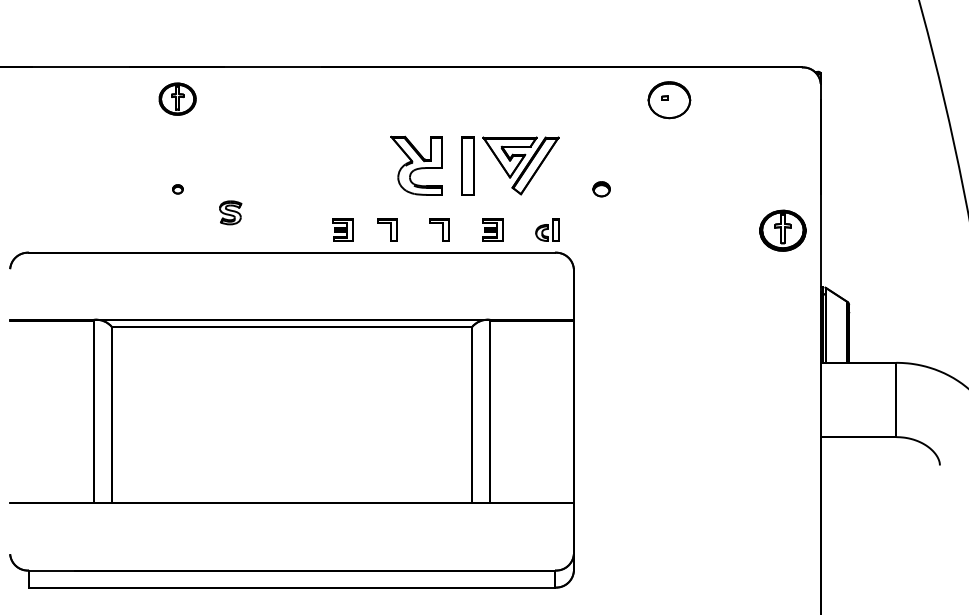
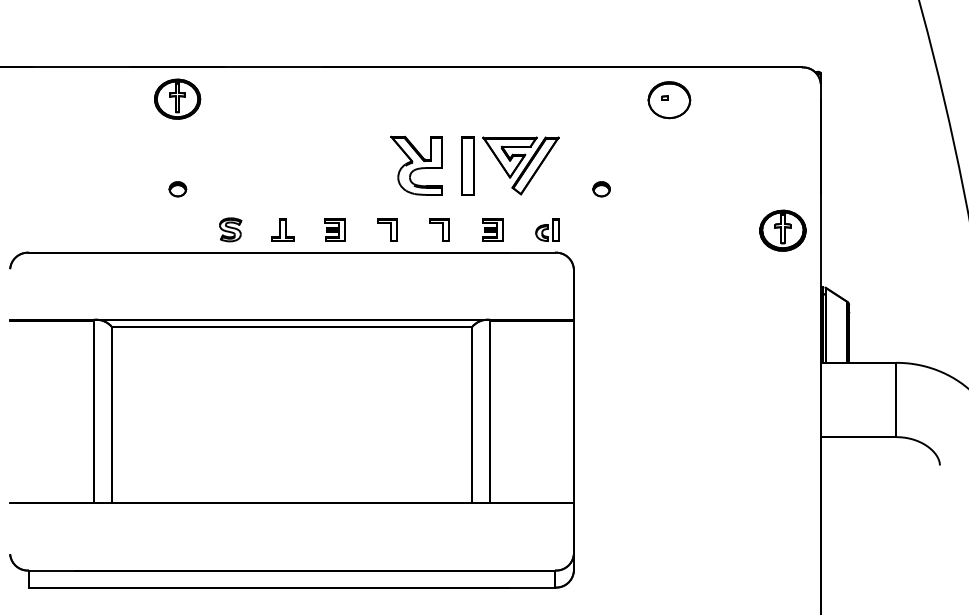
part at (177, 98) size: 39x34 px -> 48x42 px
part at (177, 189) size: 12x11 px -> 20x17 px
part at (230, 212) position: (230, 212) -> (230, 229)
part at (282, 229): none -> present
part at (342, 229) position: (342, 229) -> (334, 229)
